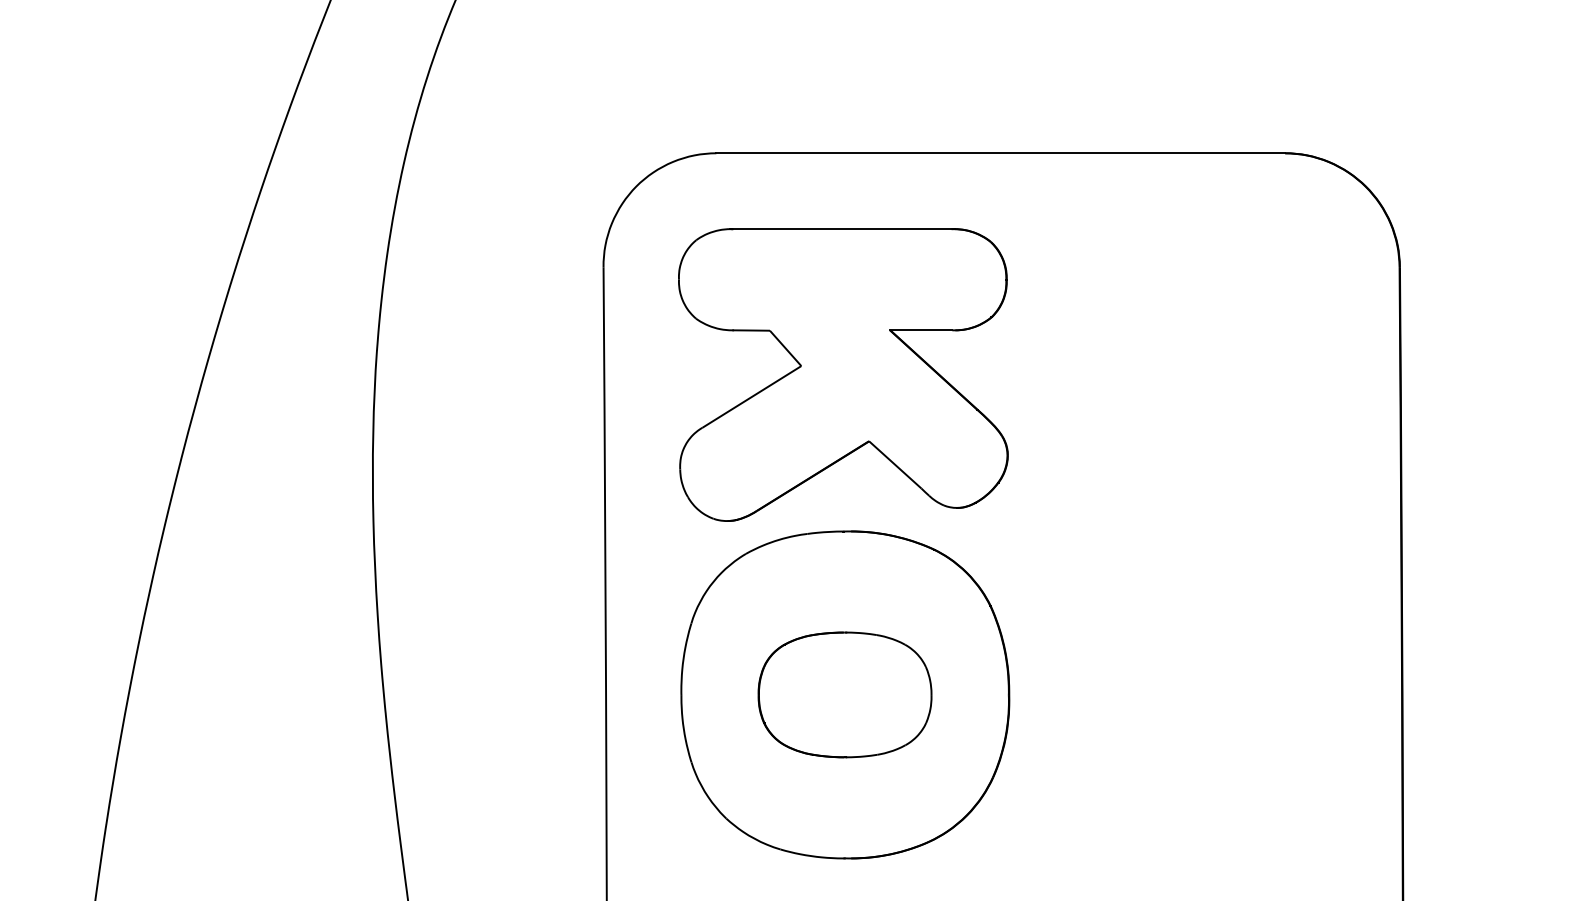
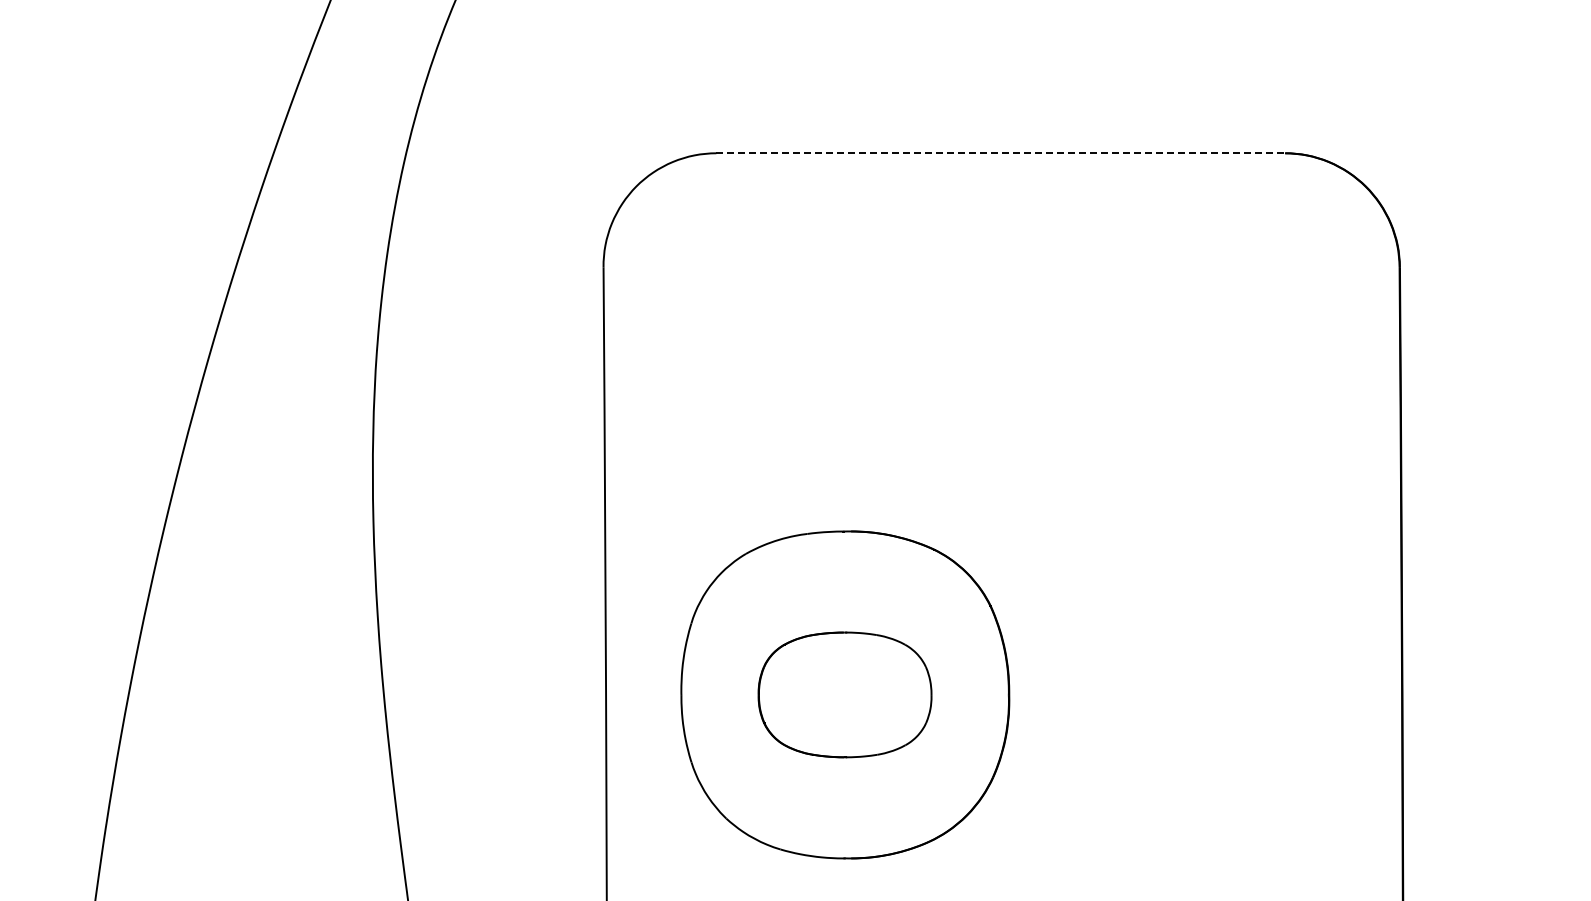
line at (1000, 153): solid -> dashed
part at (843, 374): present -> none
